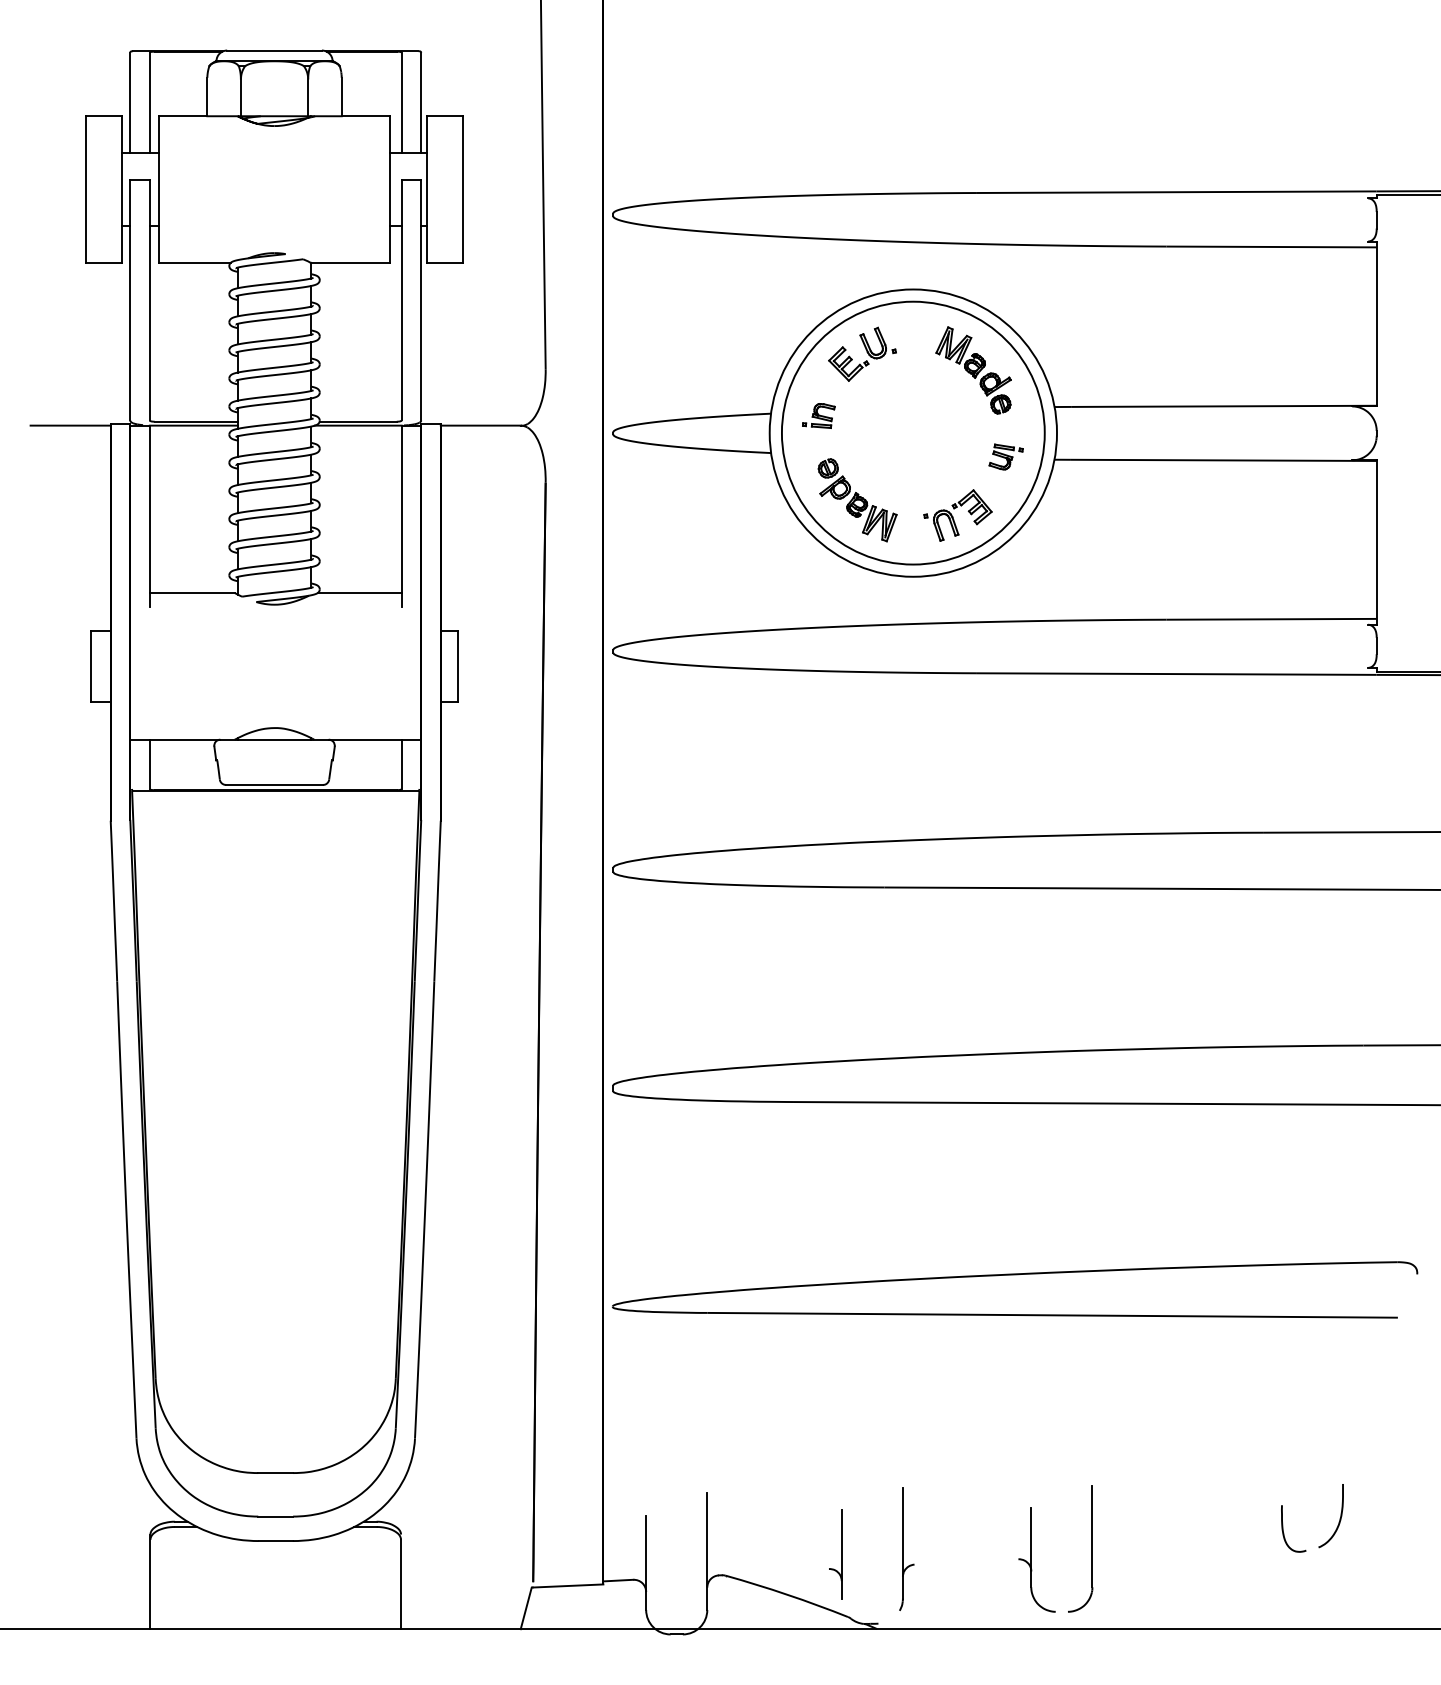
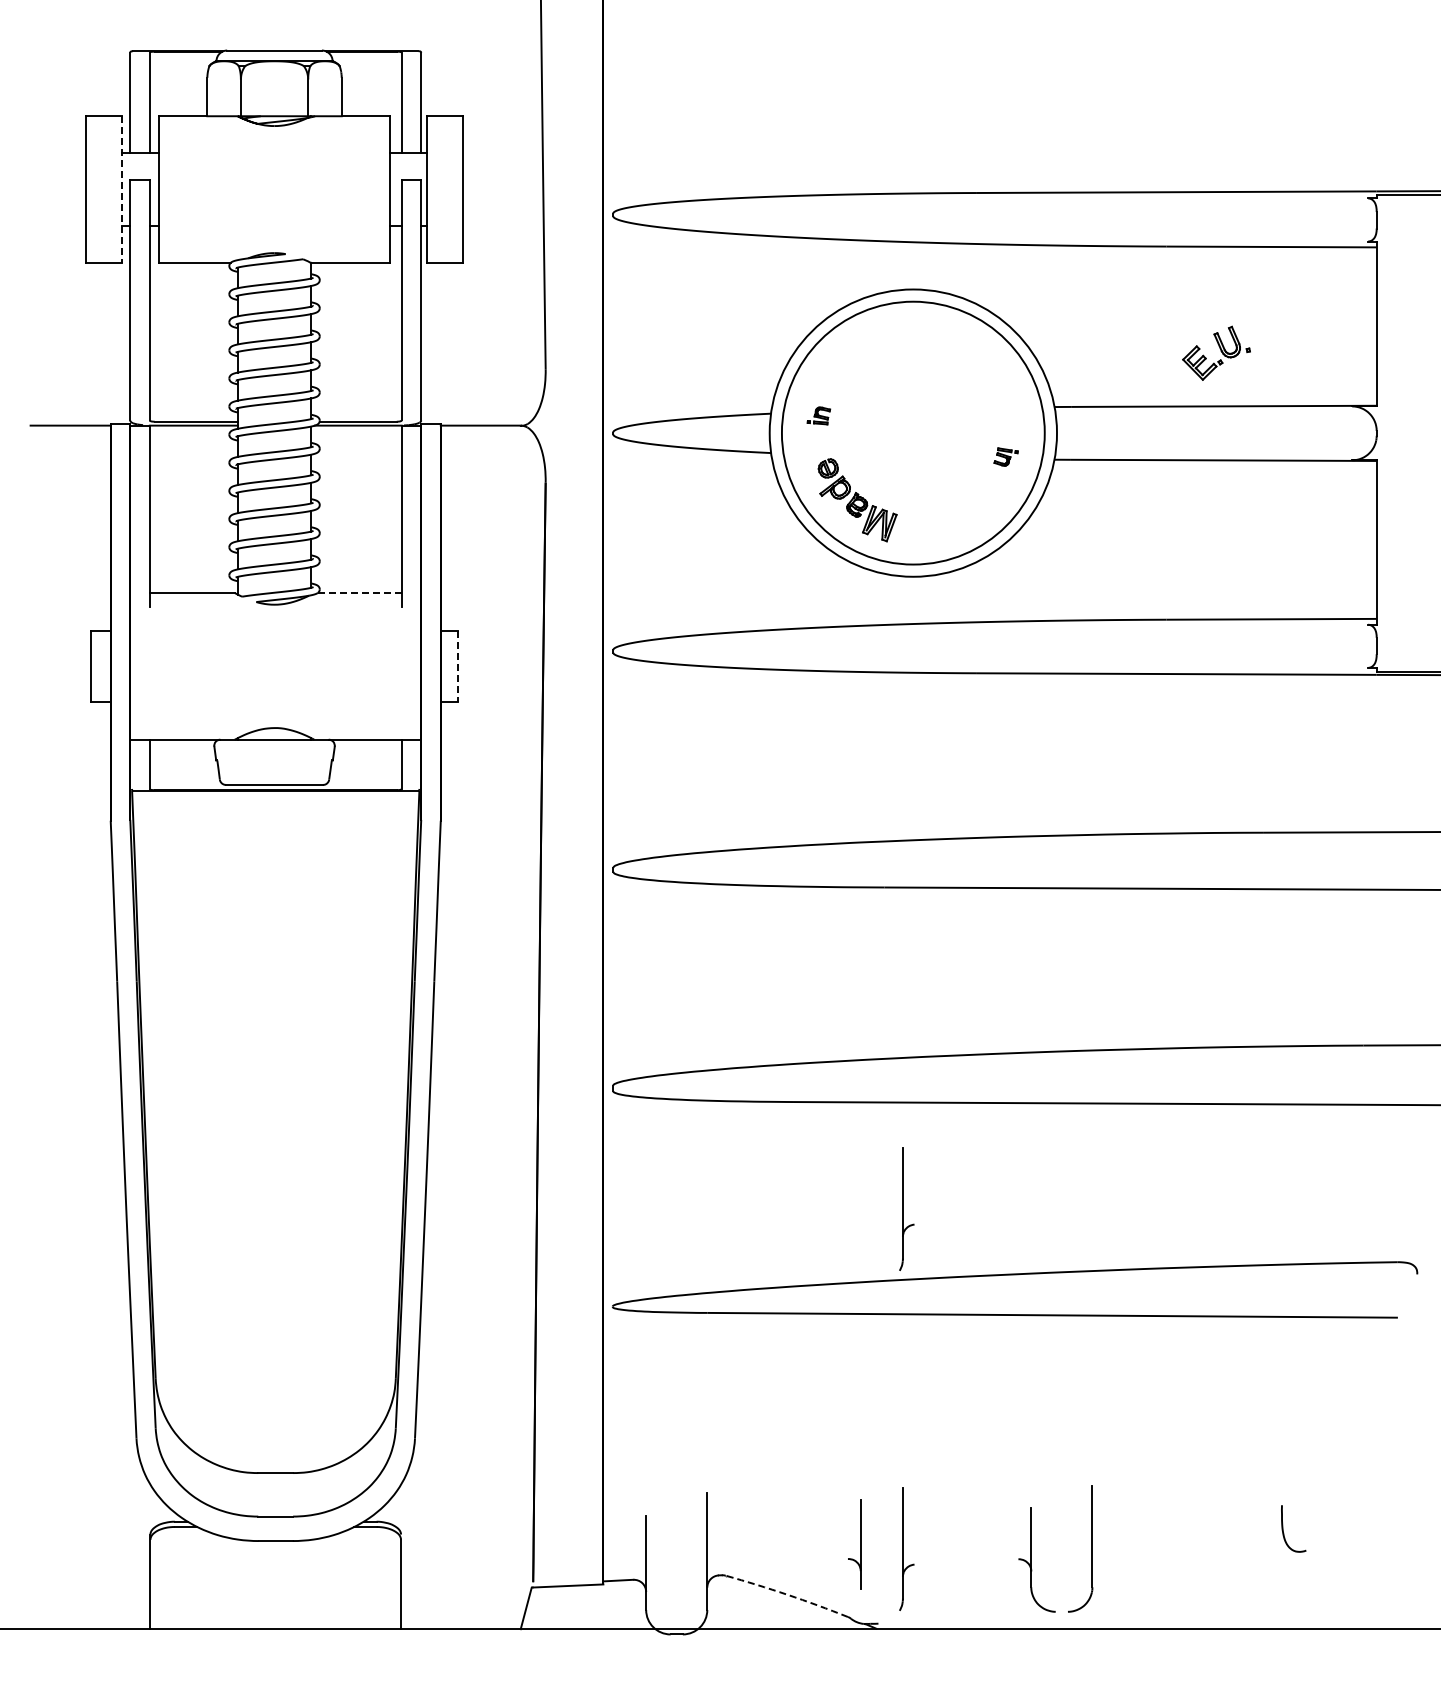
line at (122, 190): solid -> dashed
part at (862, 353) position: (862, 353) -> (1216, 352)
part at (973, 370): present -> none
part at (818, 415) size: 34x26 px -> 26x20 px
part at (1005, 456) size: 36x28 px -> 26x20 px
part at (957, 515): present -> none
line at (359, 593): solid -> dashed
line at (457, 666): solid -> dashed
part at (906, 1208): none -> present
curve at (1339, 1518): present -> none
part at (835, 1554) position: (835, 1554) -> (854, 1544)
arc at (787, 1594): solid -> dashed
